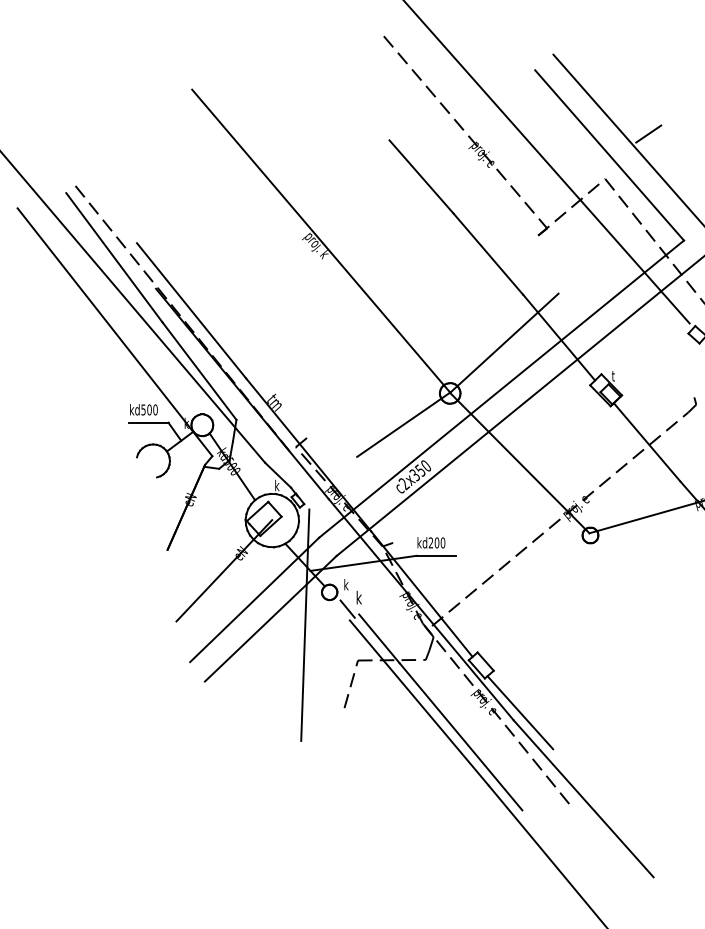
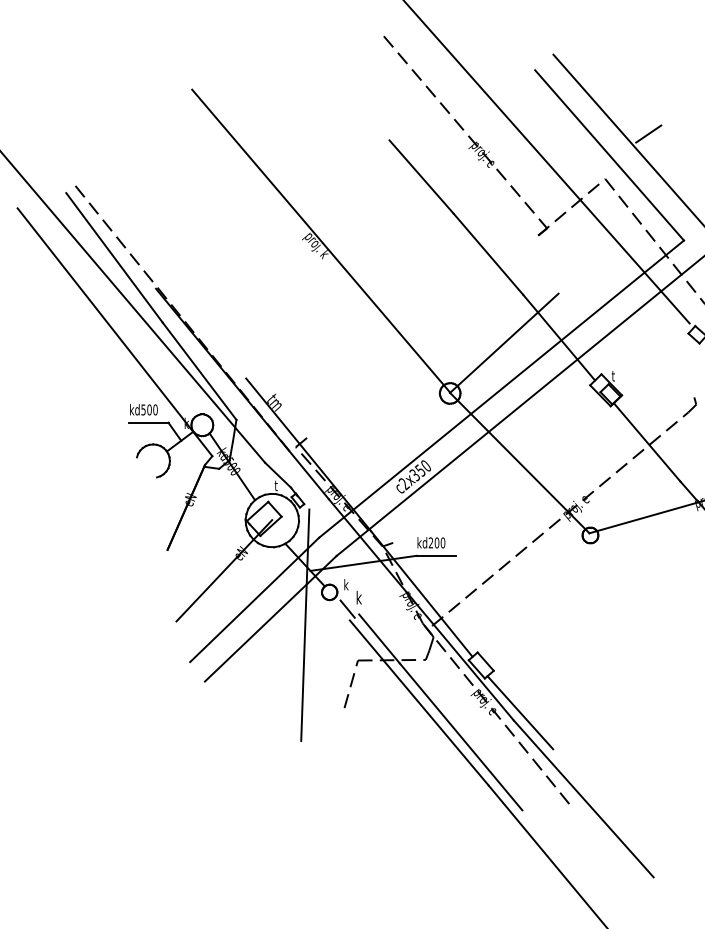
line at (191, 310): present -> none
line at (403, 424): present -> none
text at (276, 485): k -> t
